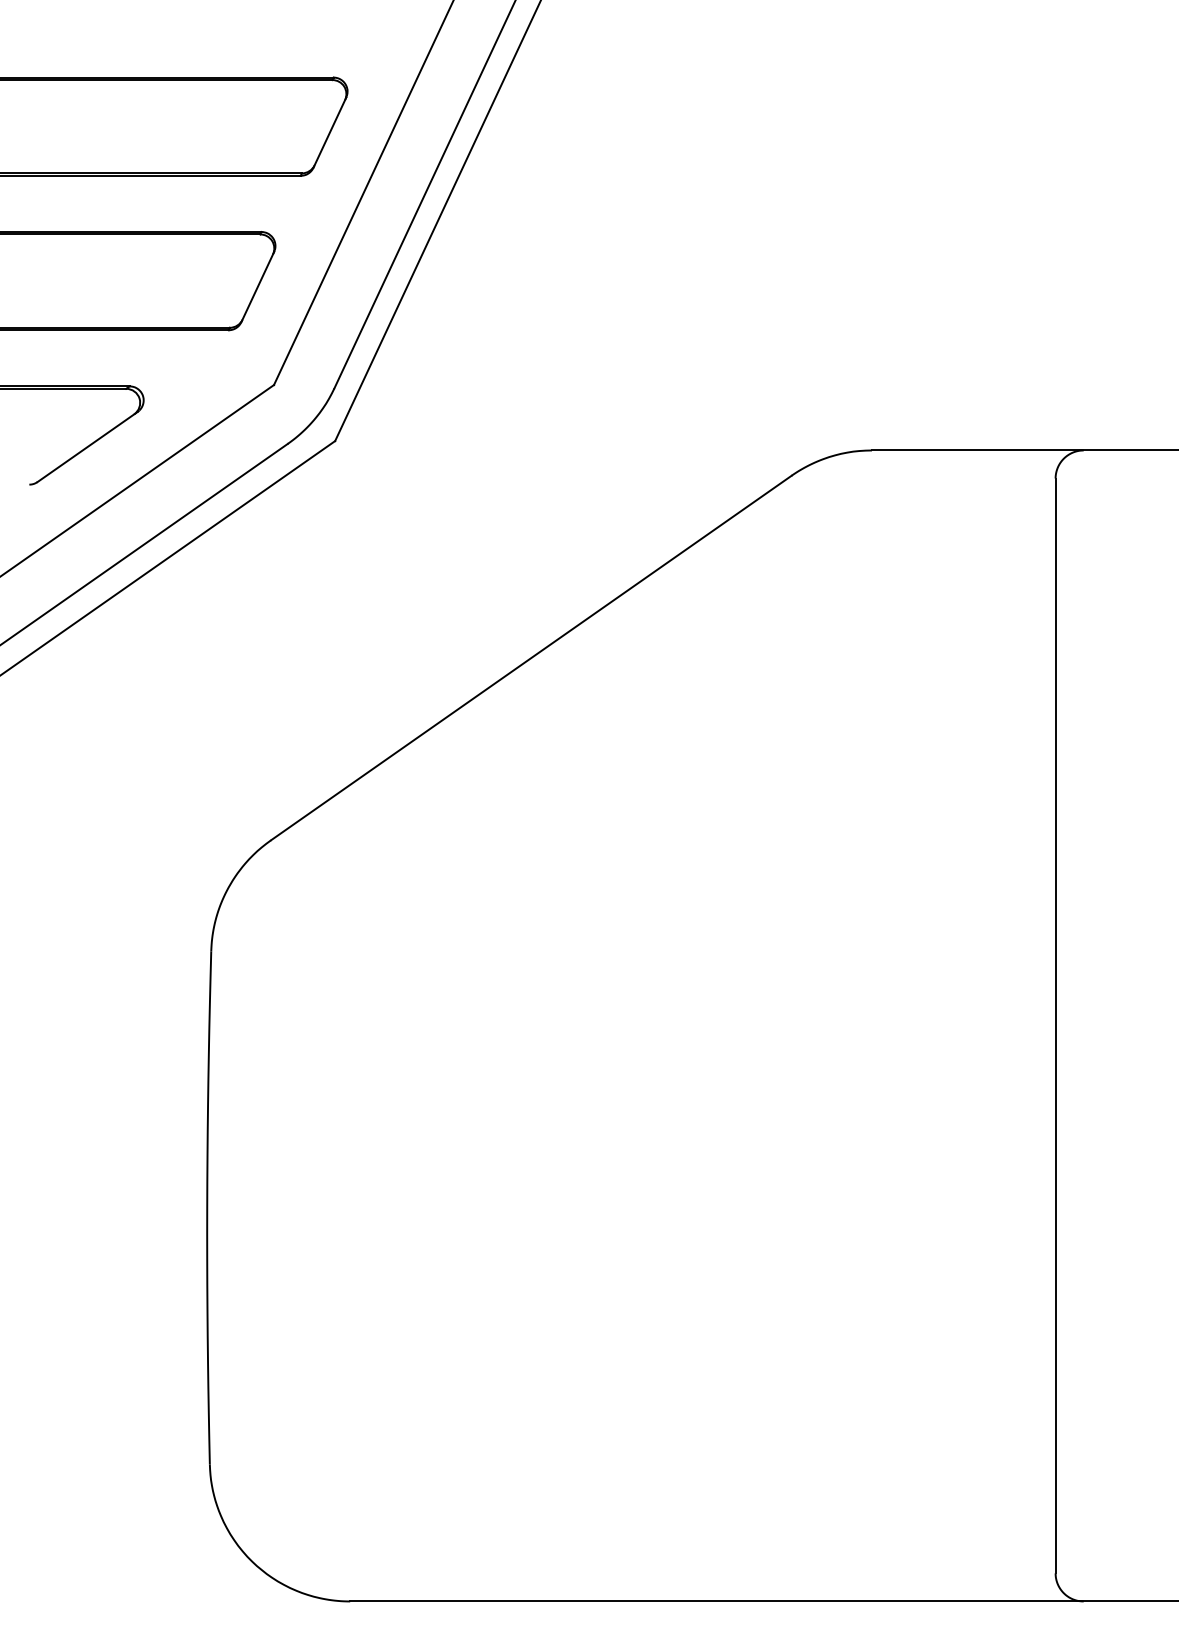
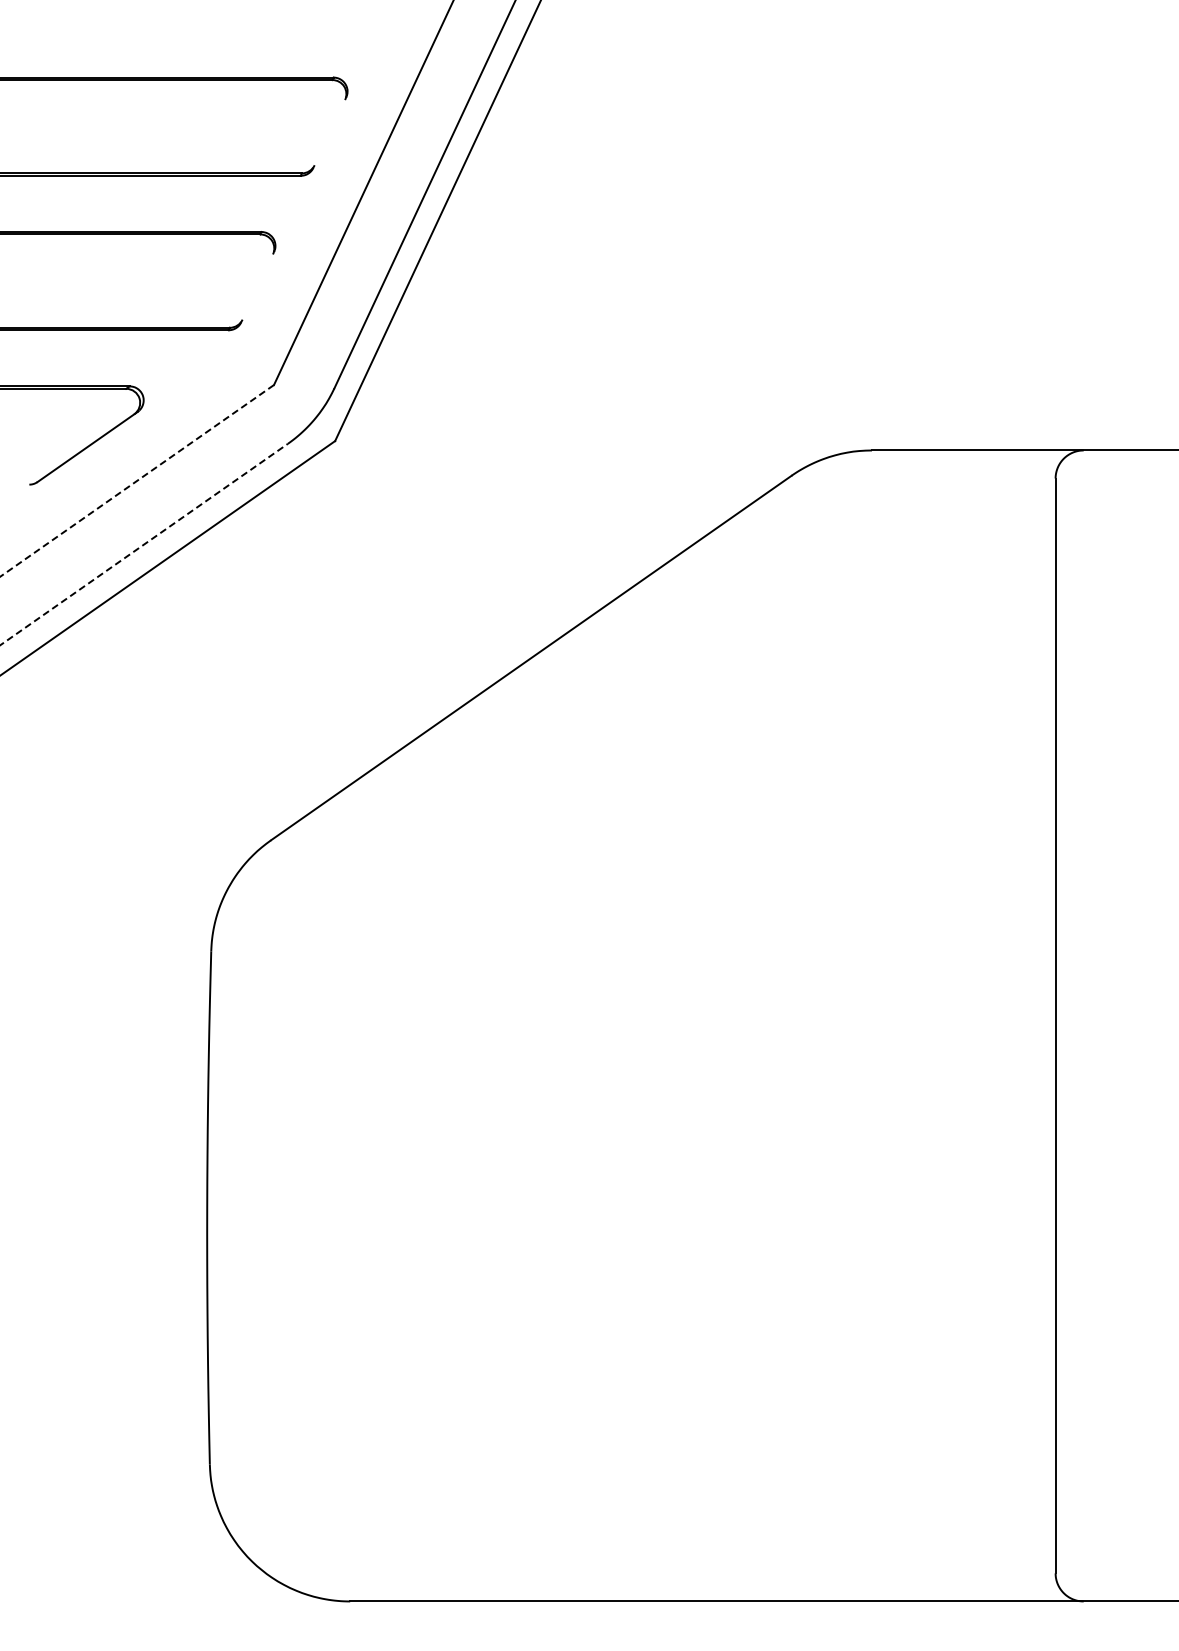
line at (329, 132): present -> none
line at (257, 287): present -> none
line at (137, 480): solid -> dashed
line at (144, 544): solid -> dashed
